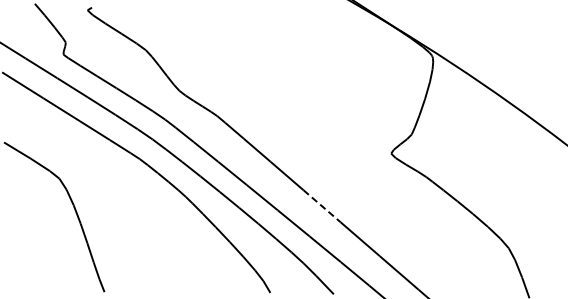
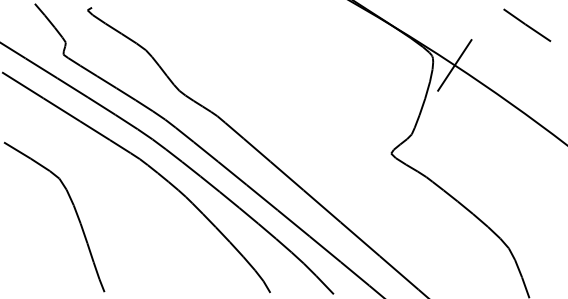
line at (527, 24): none -> present
line at (454, 65): none -> present
line at (322, 206): dashed -> solid
